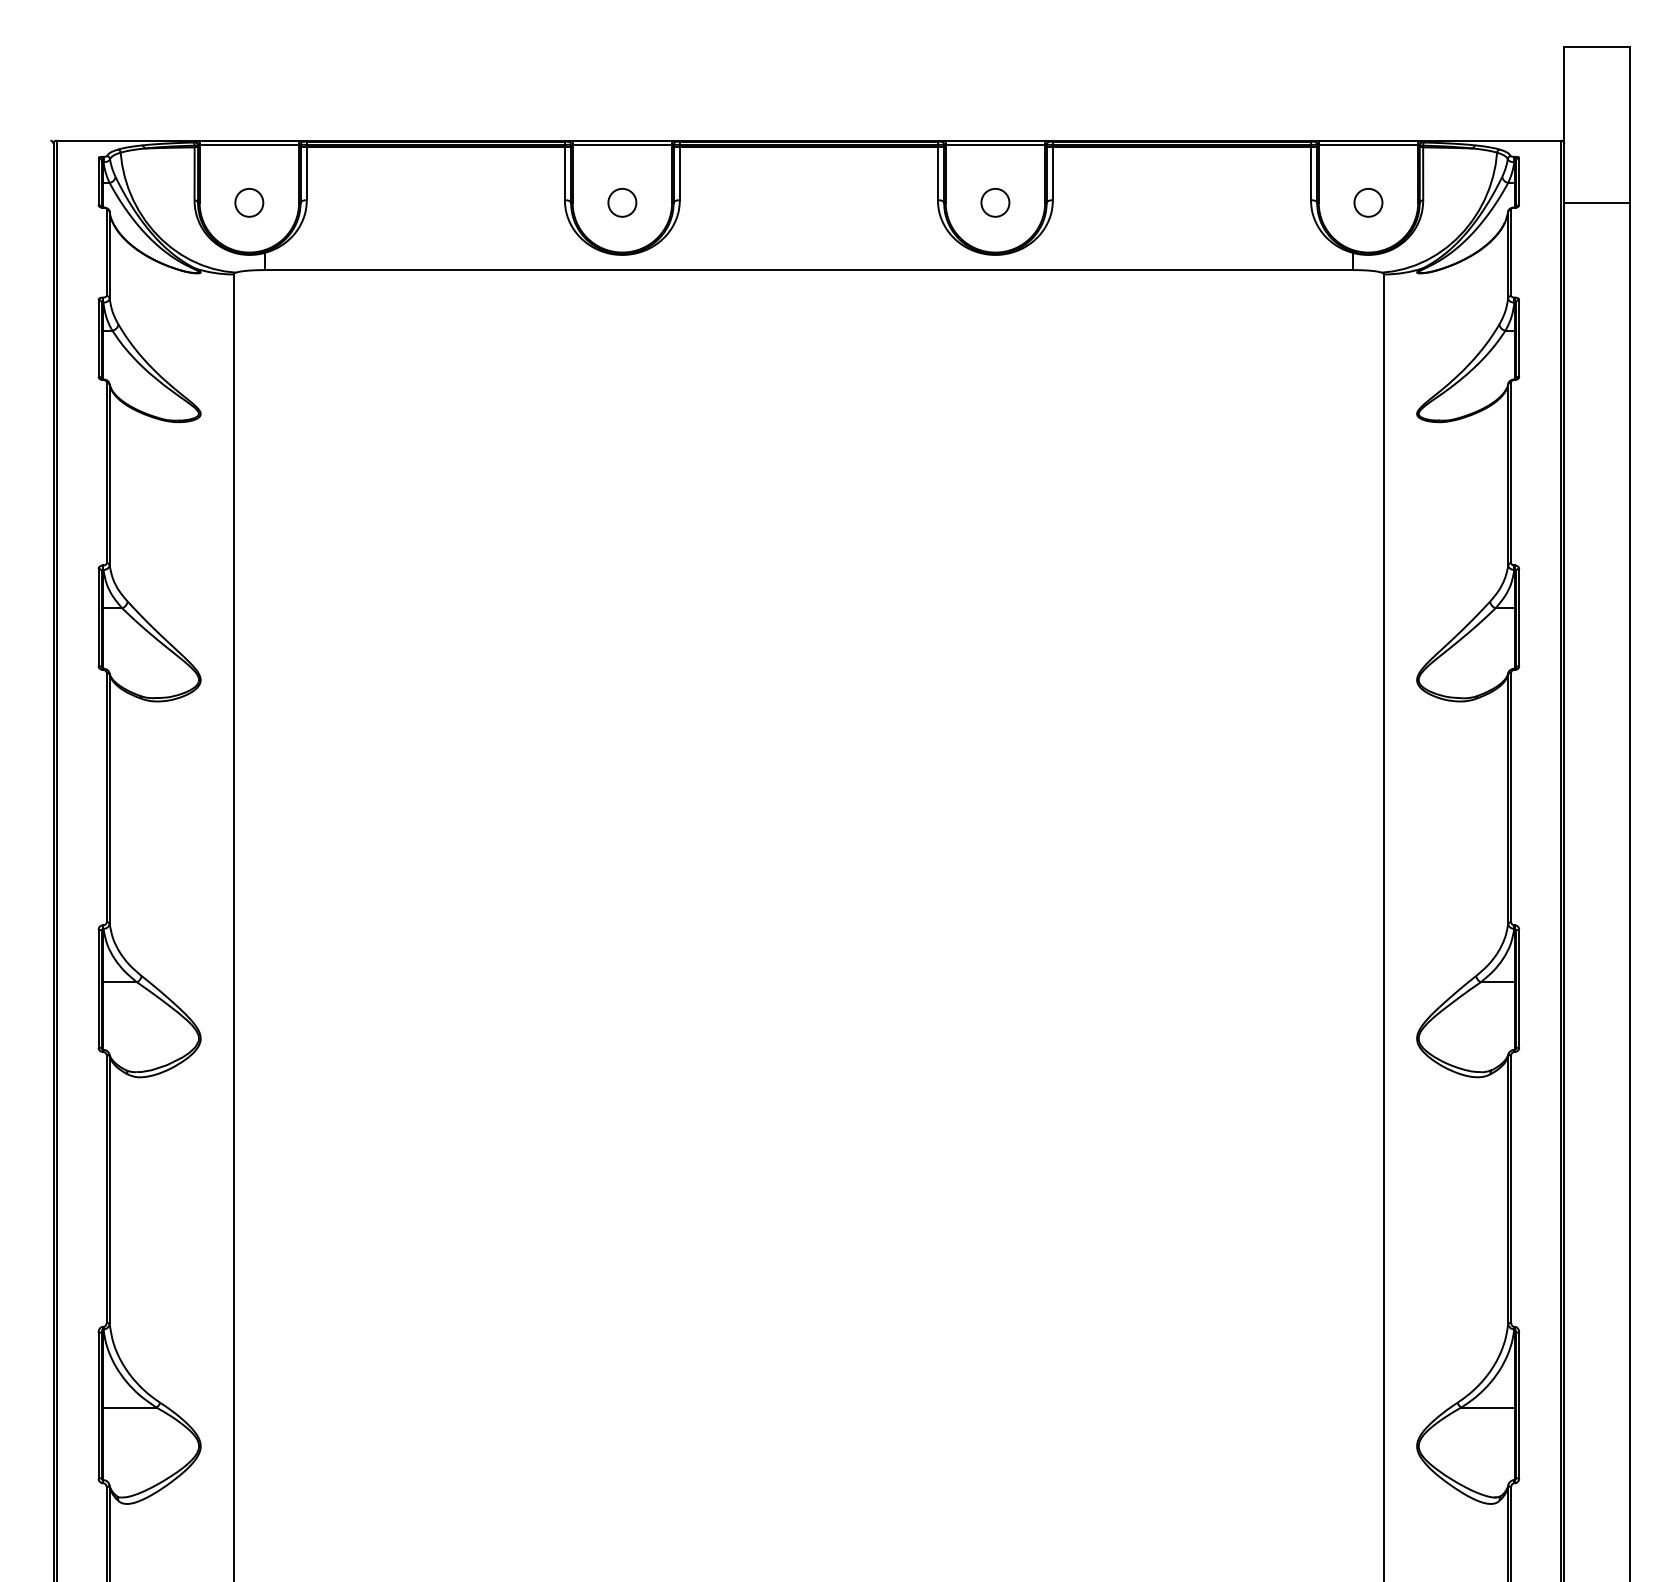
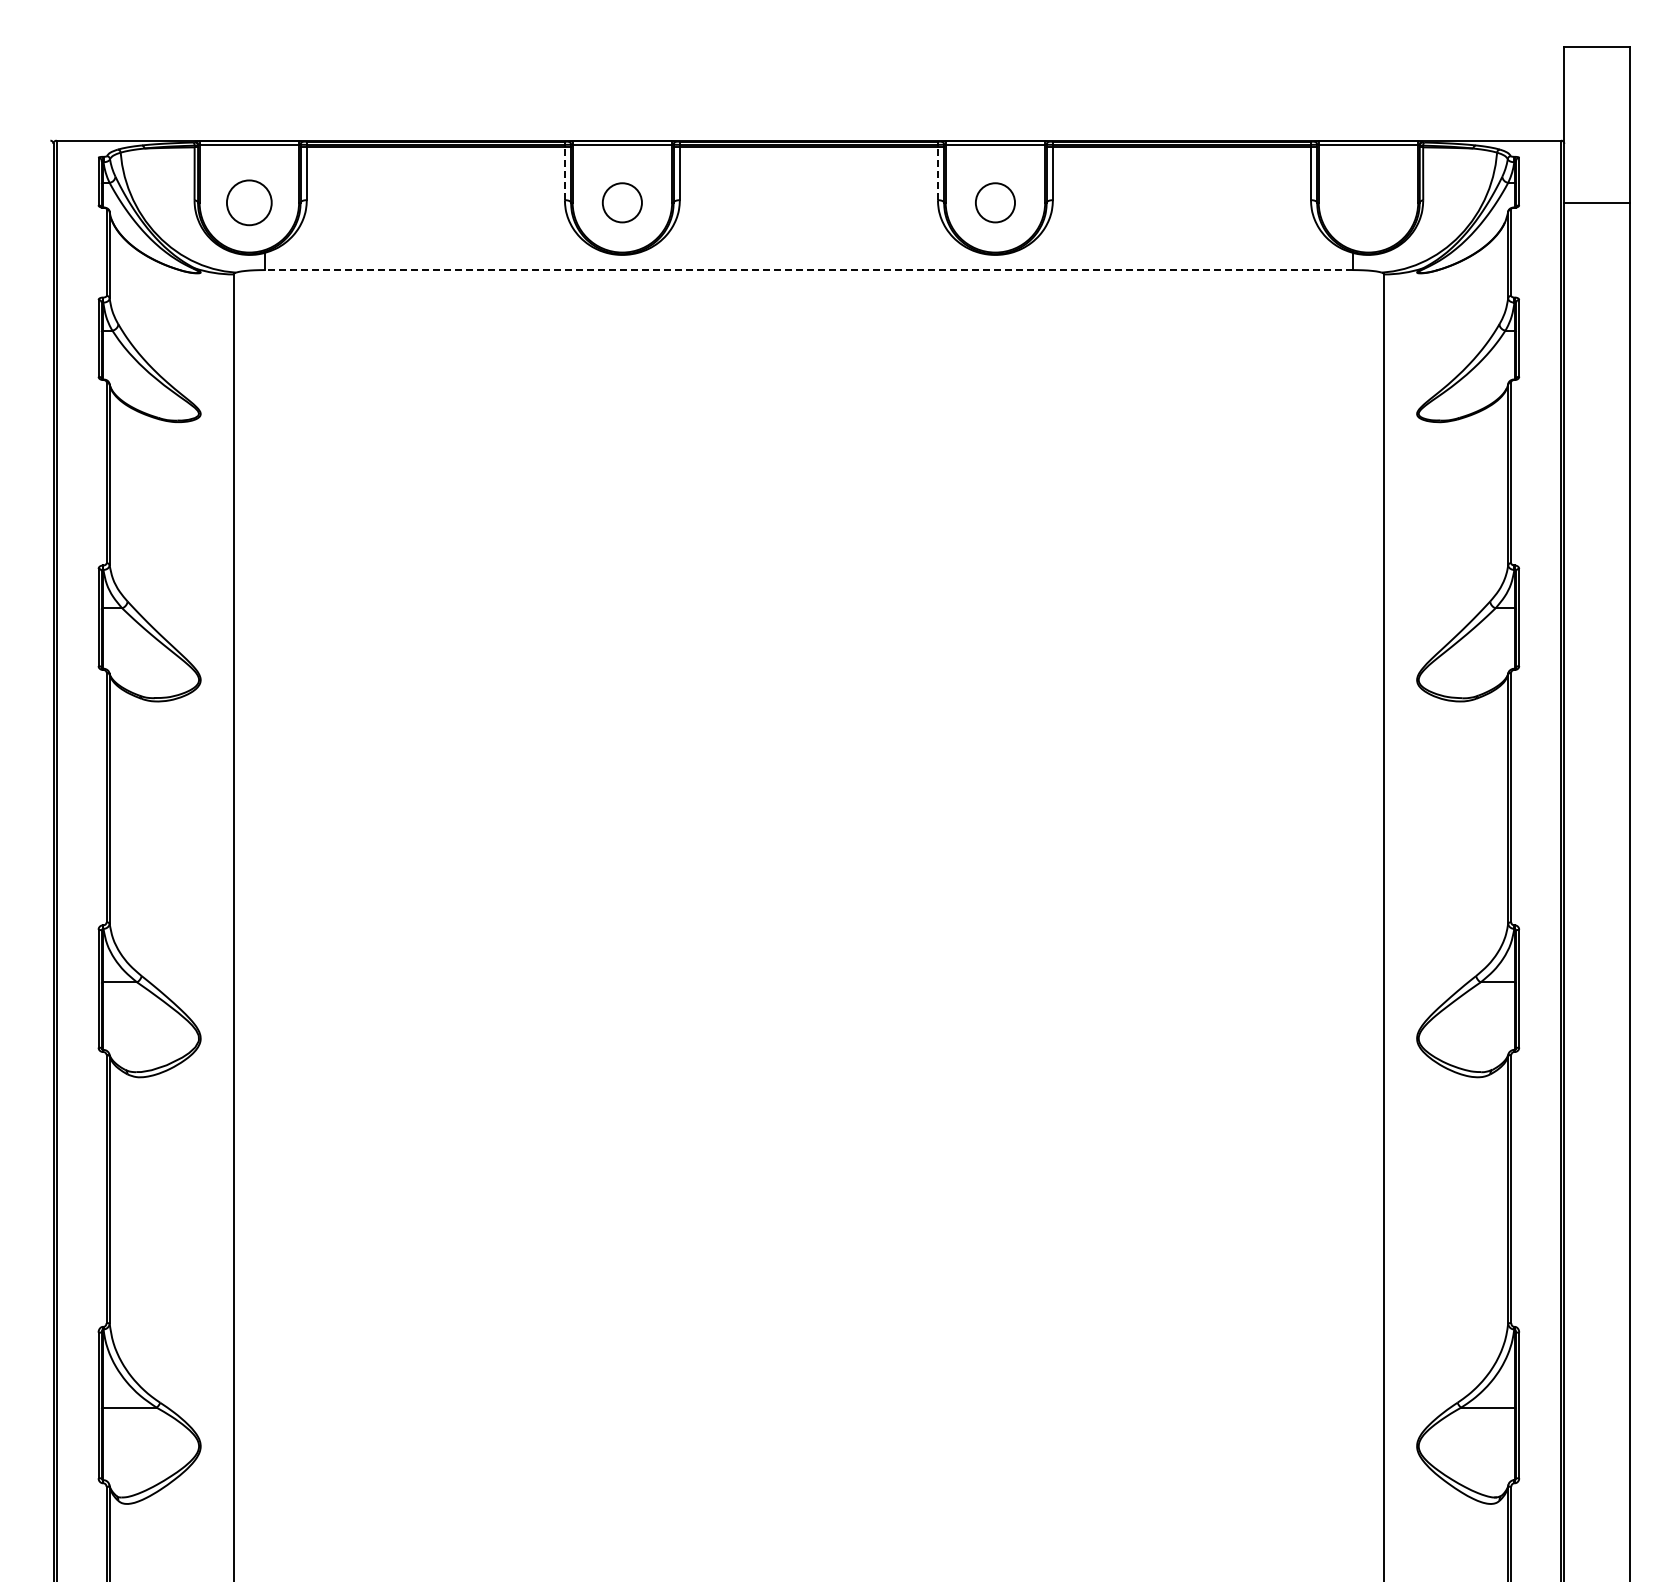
line at (564, 173): solid -> dashed
line at (937, 173): solid -> dashed
circle at (249, 202) diameter: 28 px -> 45 px
circle at (622, 202) diameter: 28 px -> 39 px
circle at (995, 202) diameter: 28 px -> 39 px
circle at (1368, 202): present -> none
line at (808, 270): solid -> dashed
